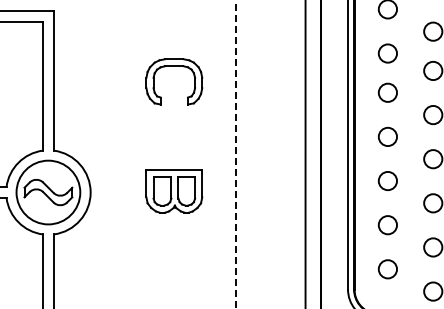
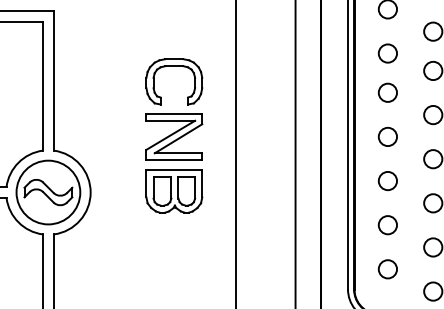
part at (174, 136): none -> present
line at (305, 153) position: (305, 153) -> (295, 153)
line at (235, 154): dashed -> solid
